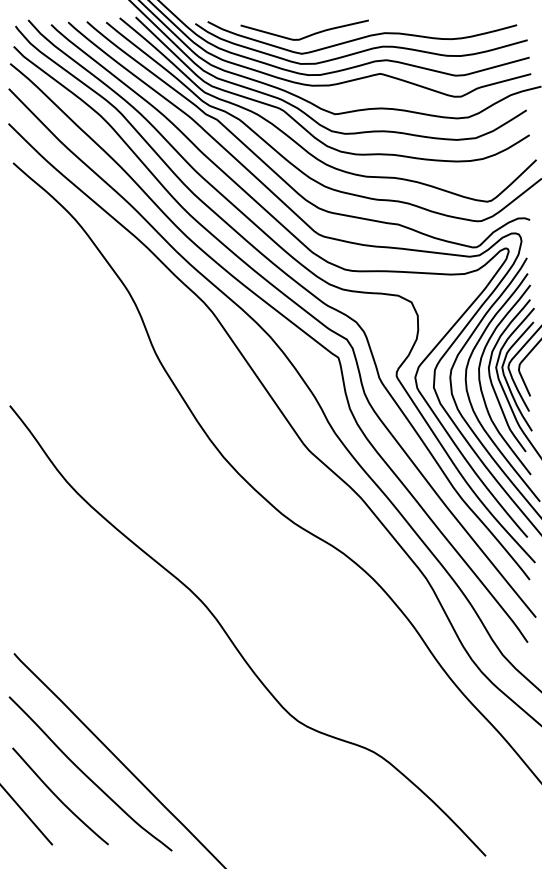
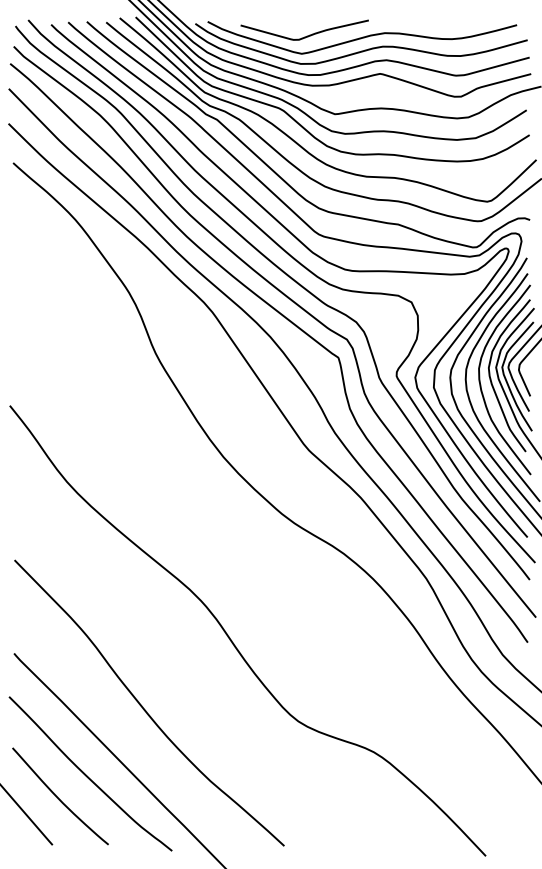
curve at (142, 705): none -> present
